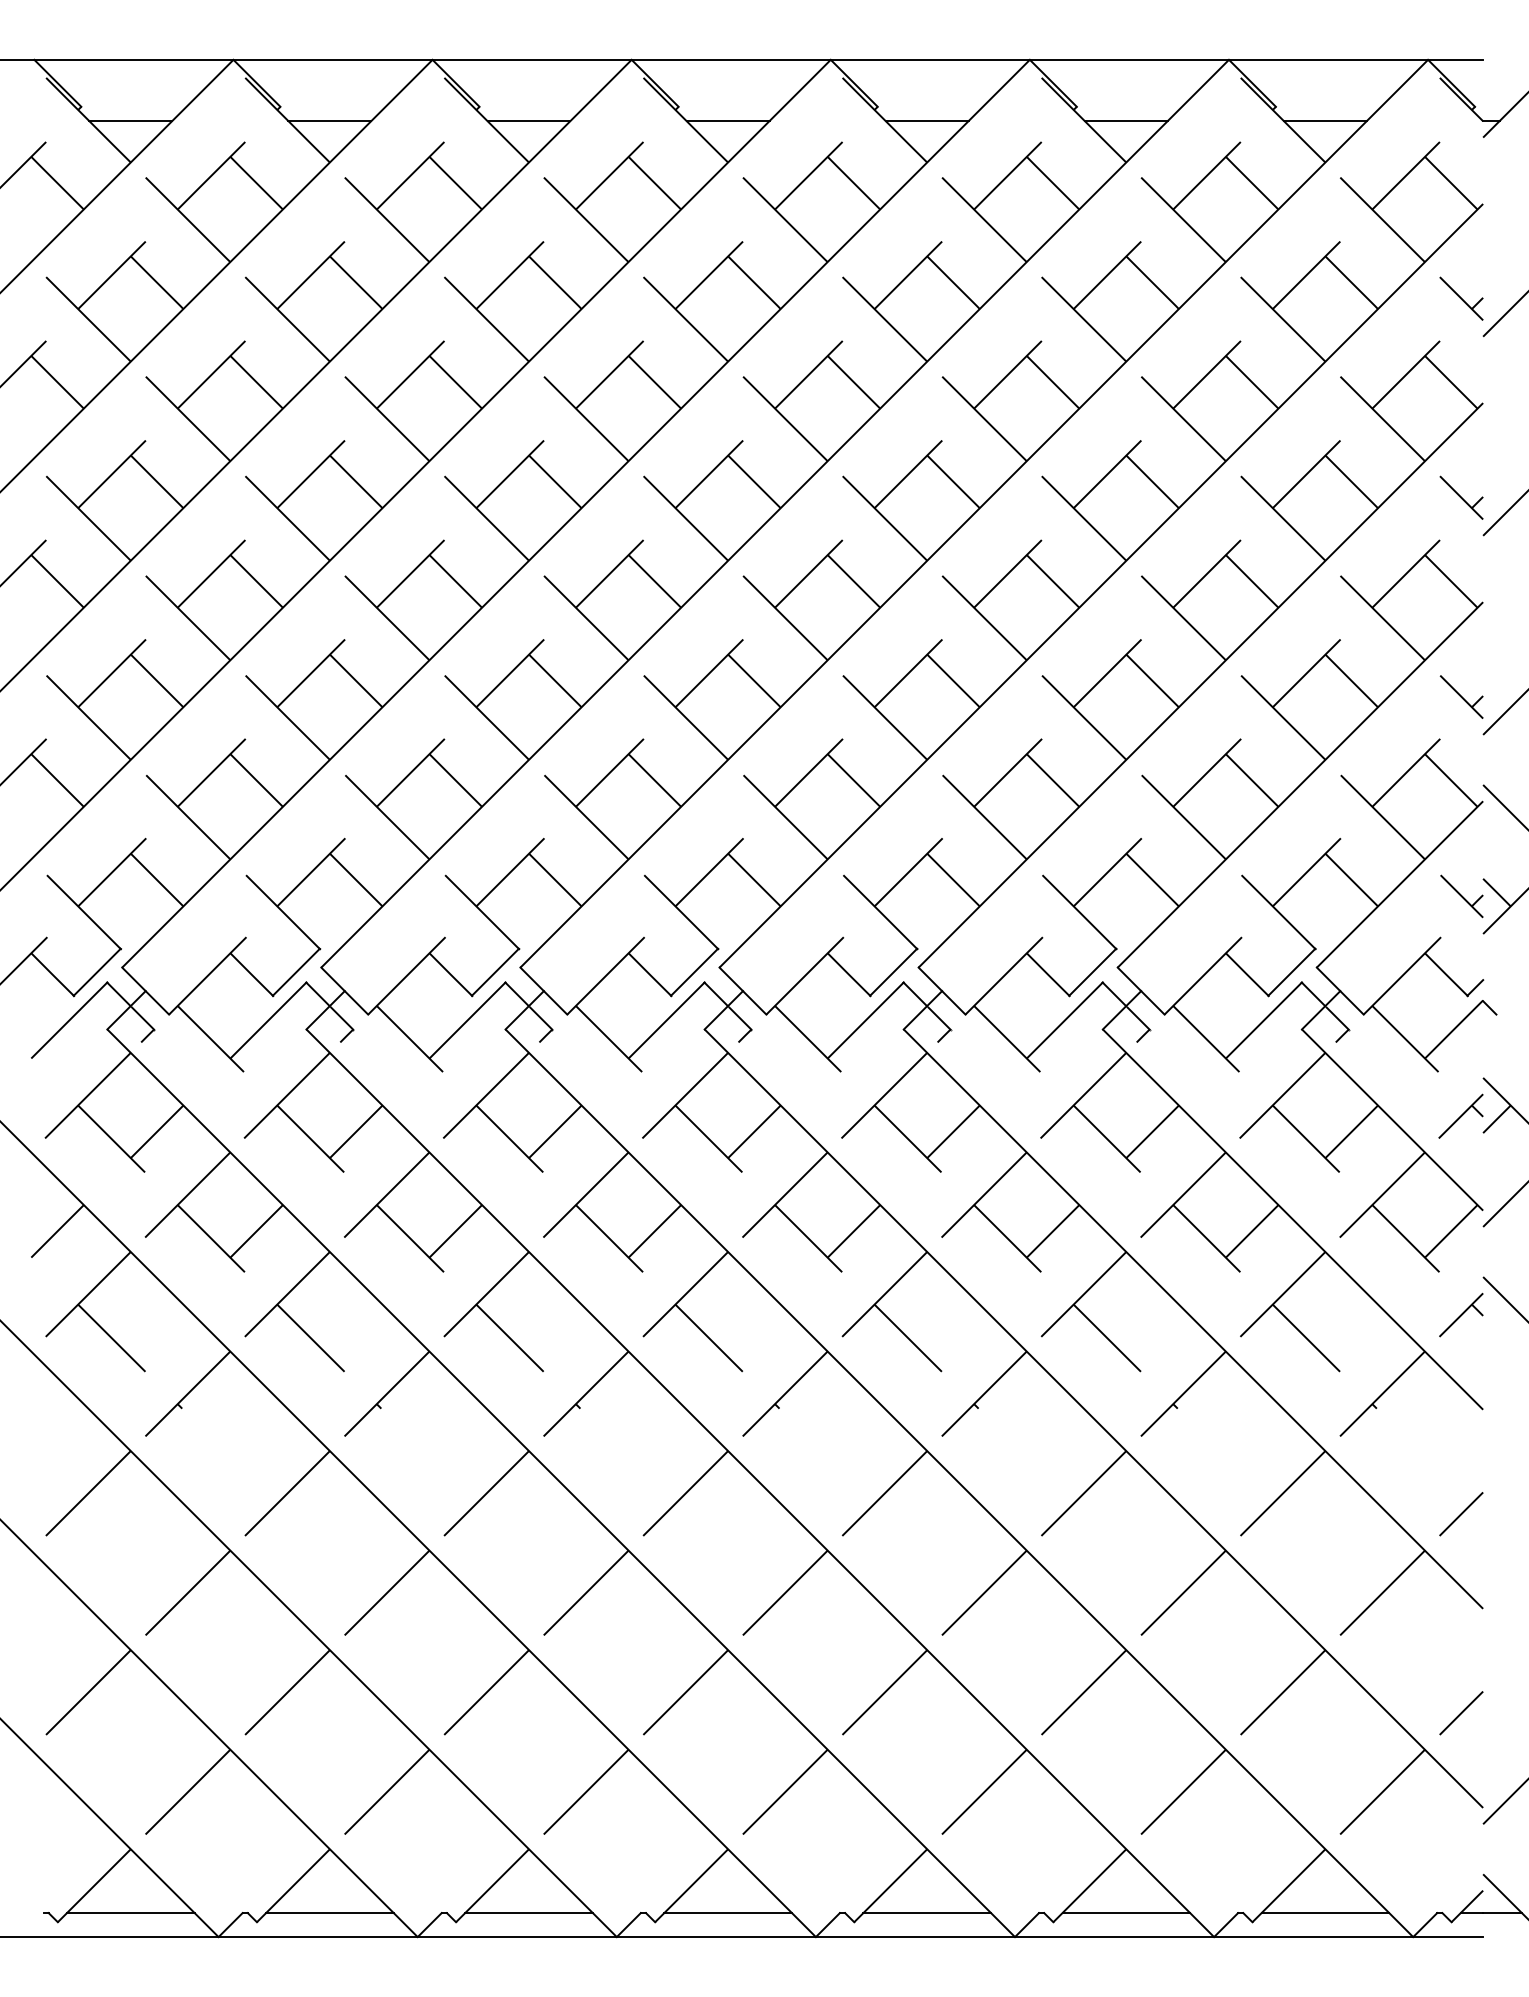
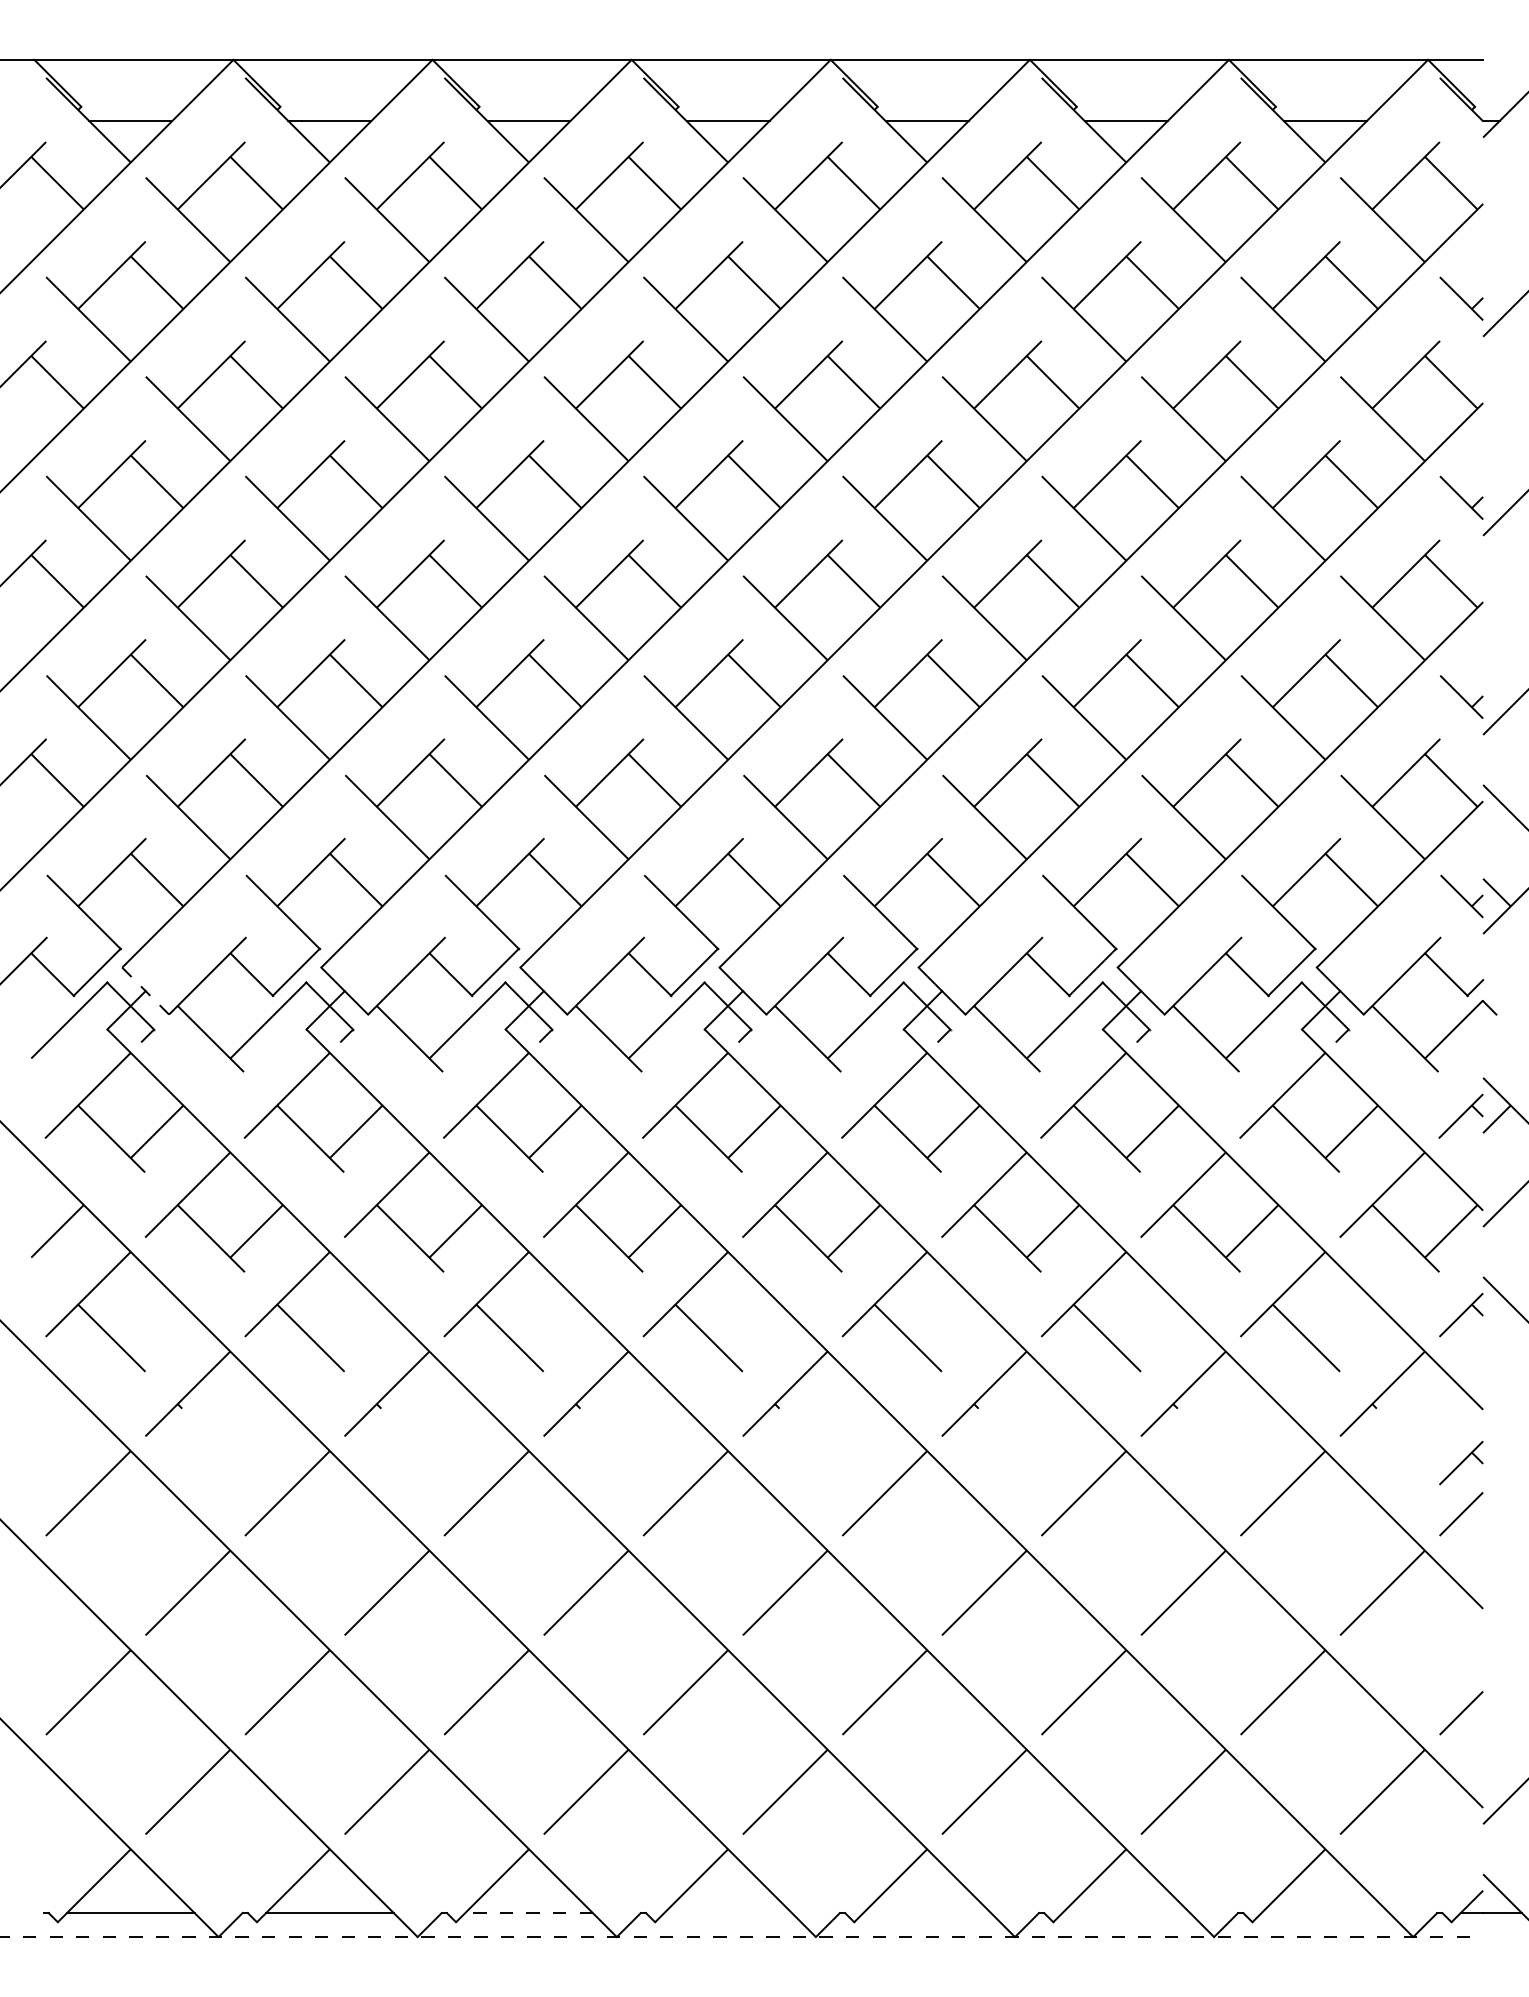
line at (146, 991): solid -> dashed
part at (1461, 1462): none -> present
line at (529, 1913): solid -> dashed
line at (727, 1913): present -> none
line at (926, 1913): present -> none
line at (1126, 1913): present -> none
line at (1325, 1913): present -> none
line at (741, 1937): solid -> dashed
